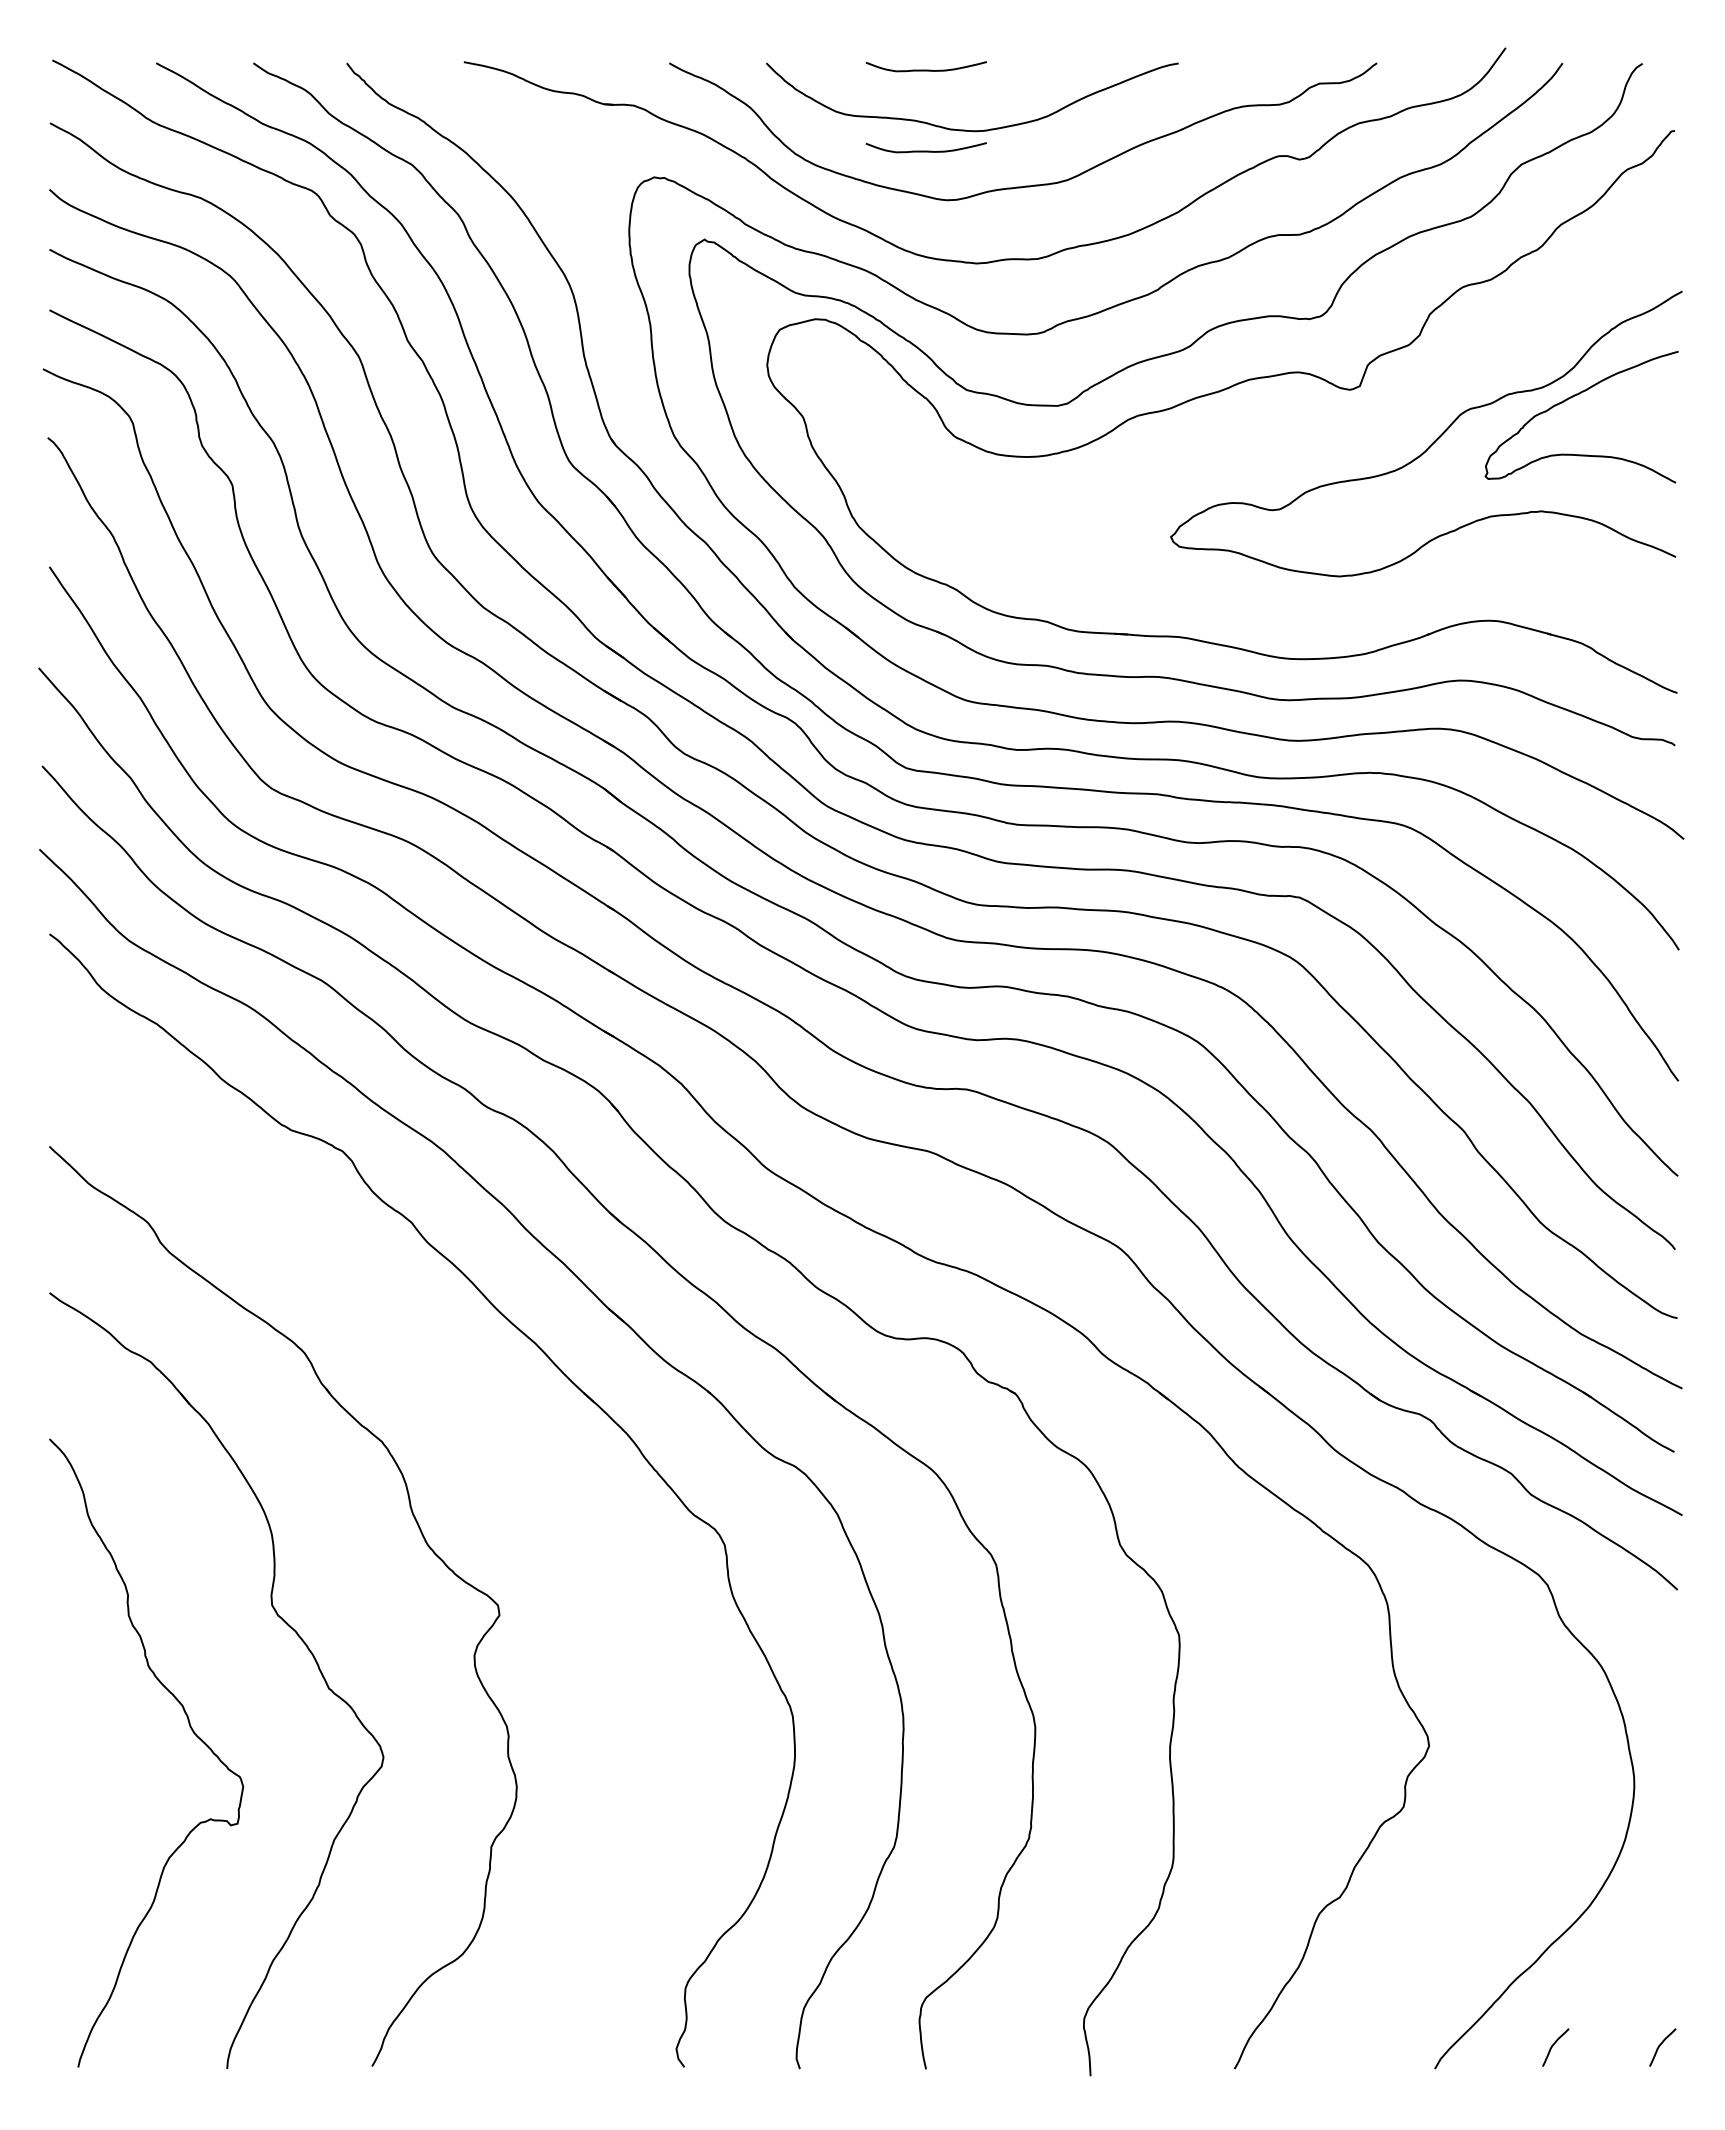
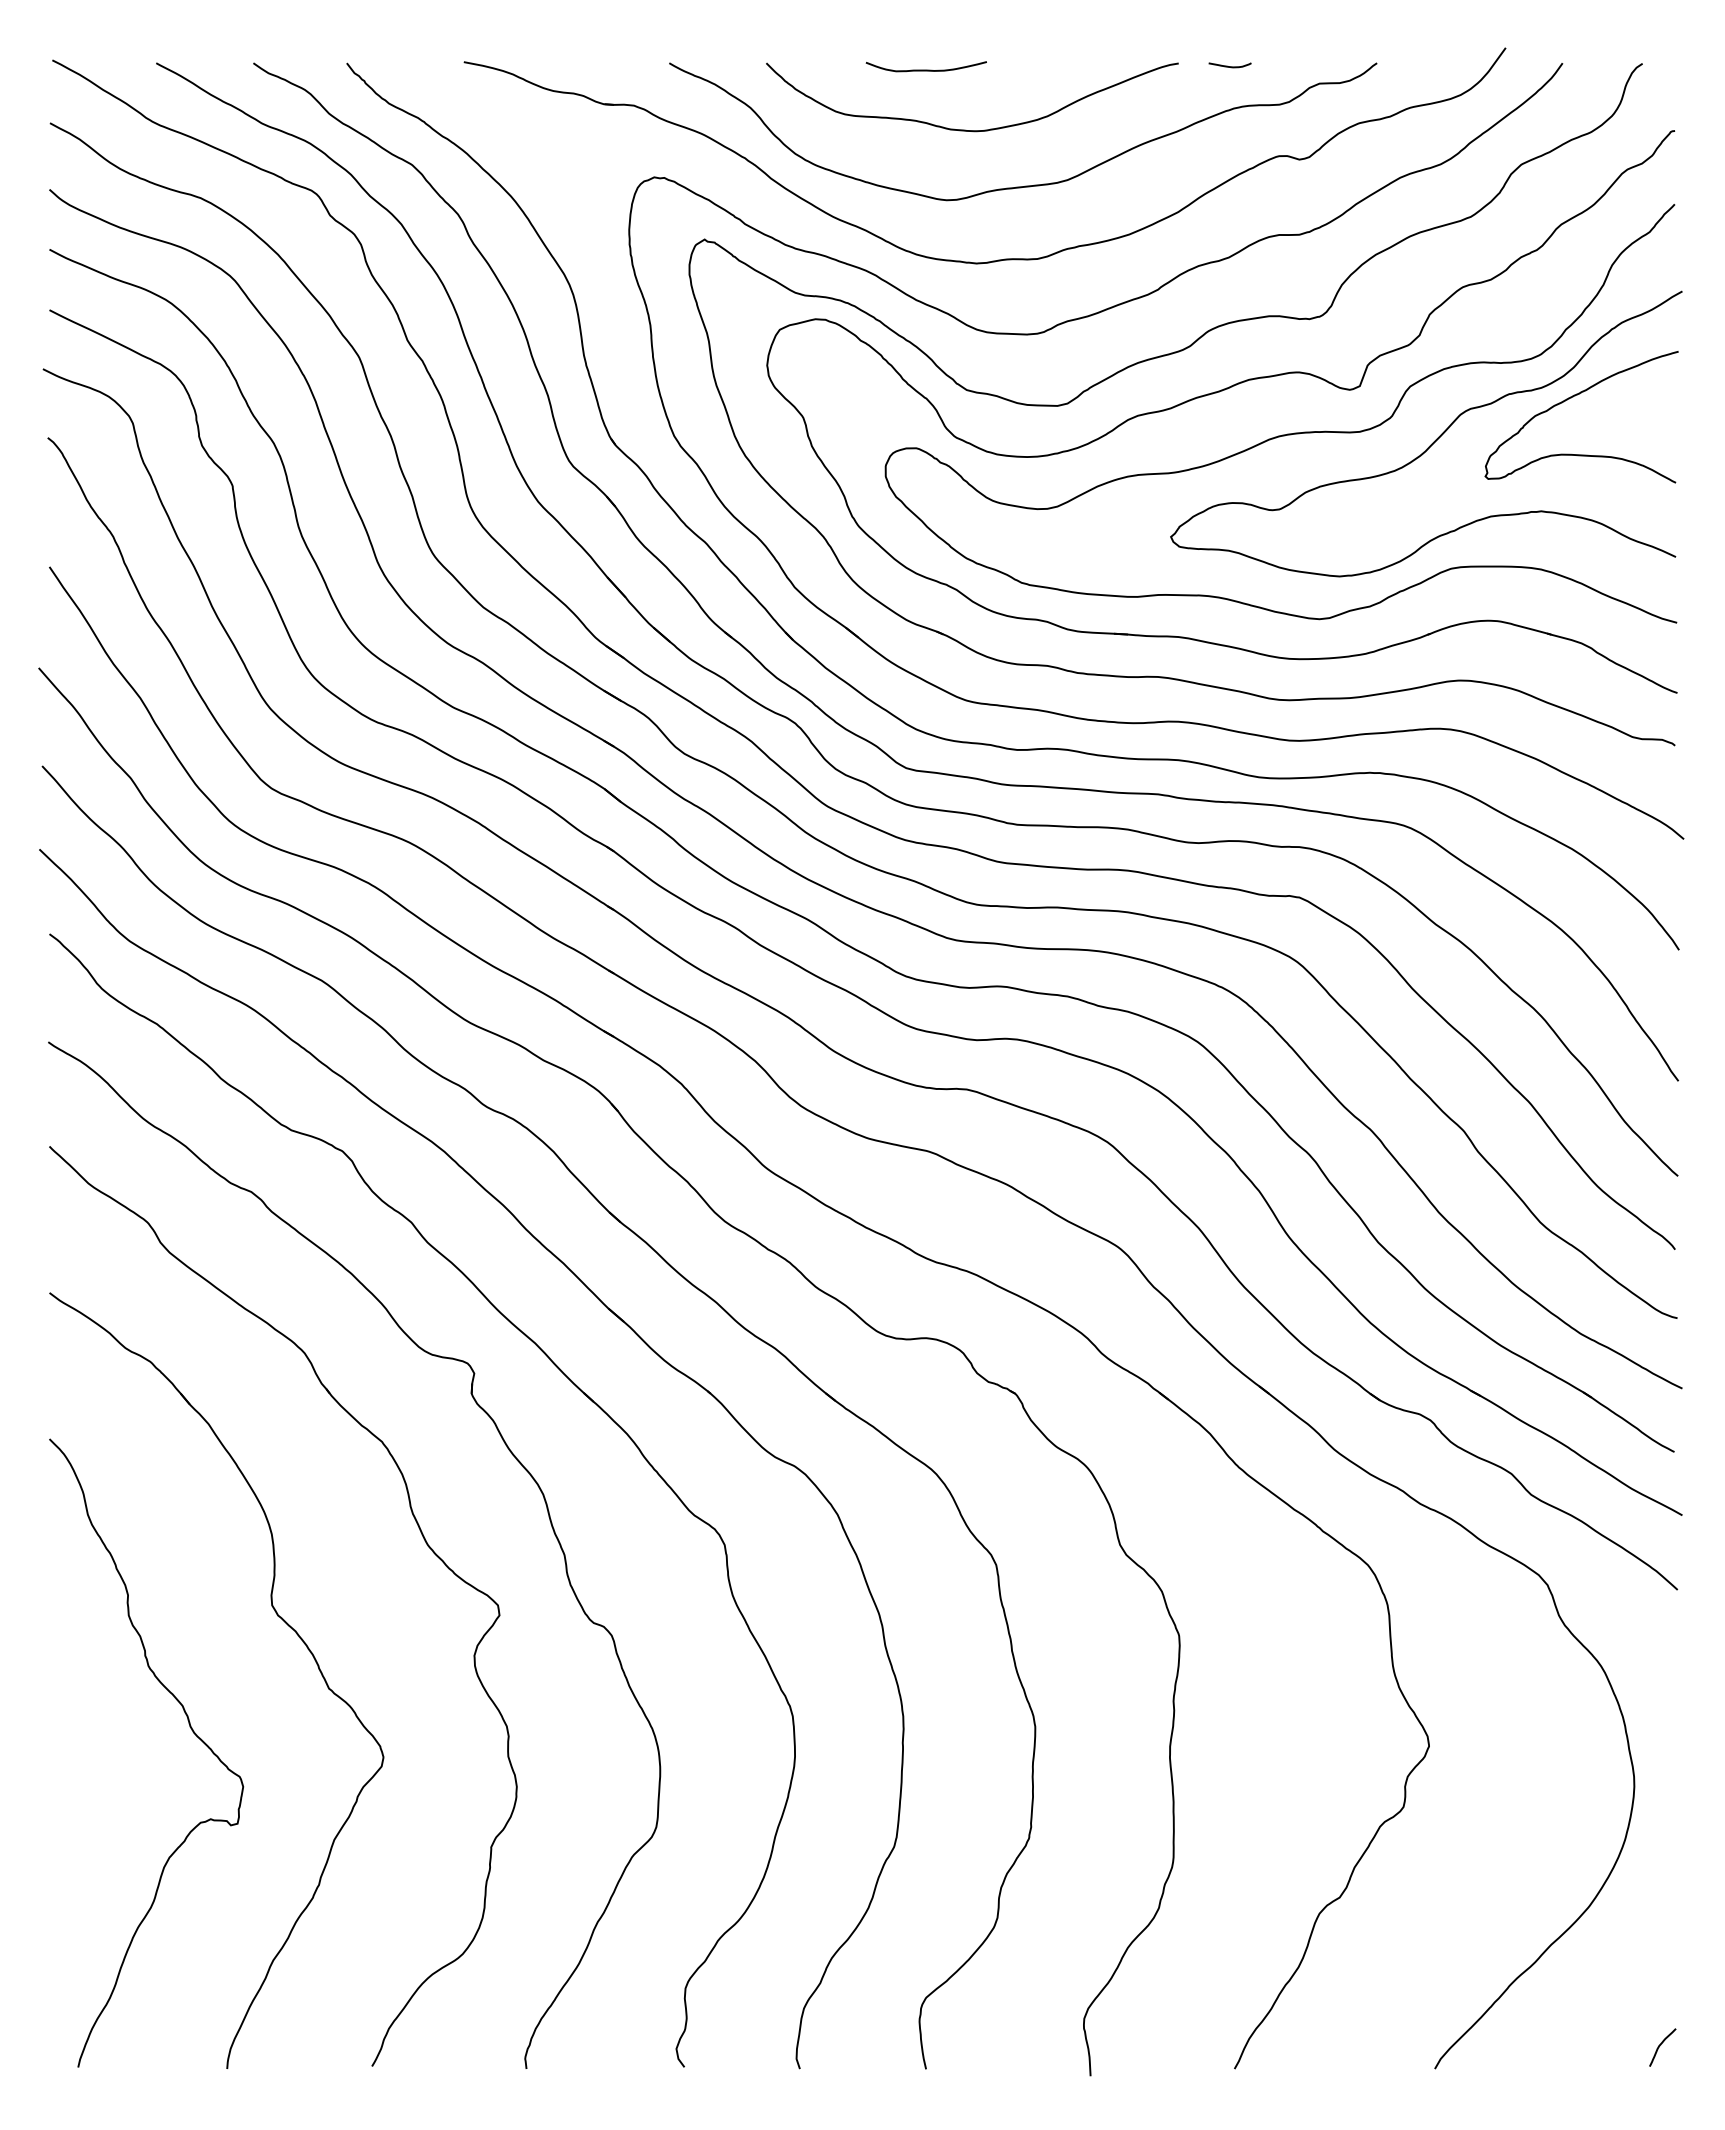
curve at (1229, 66): none -> present
curve at (925, 150): present -> none
curve at (1282, 434): none -> present
part at (508, 1450): none -> present
curve at (1553, 2046): present -> none
